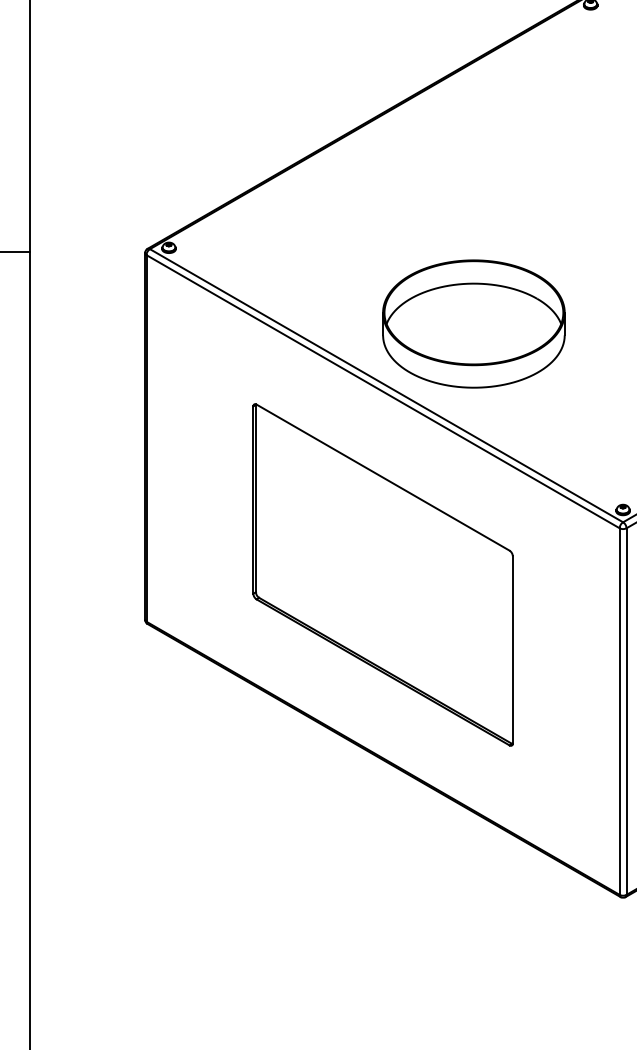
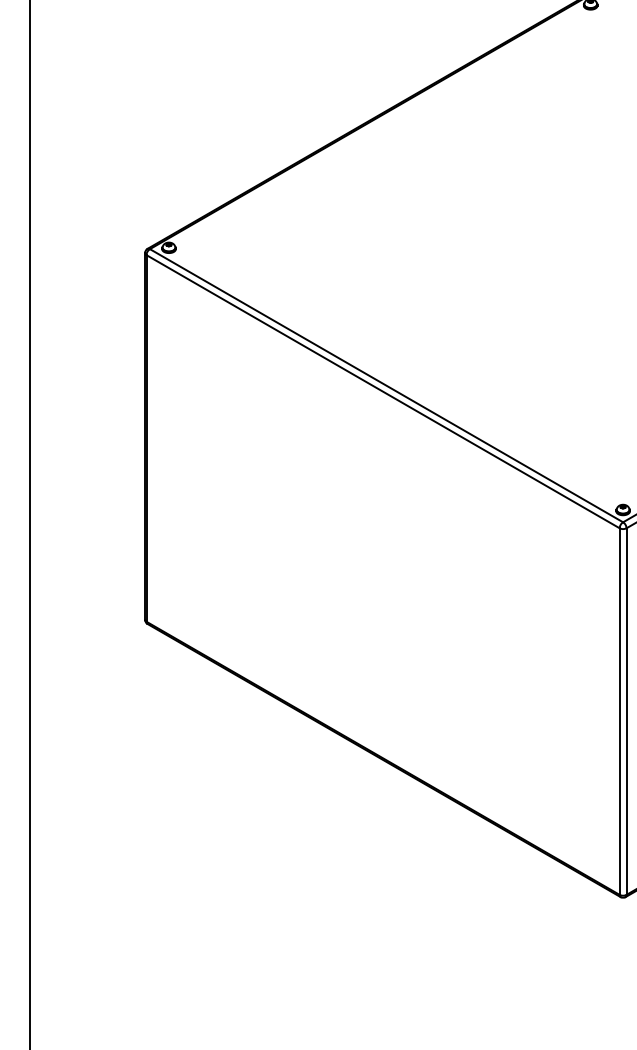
line at (16, 251): present -> none
part at (473, 323): present -> none
part at (382, 574): present -> none
